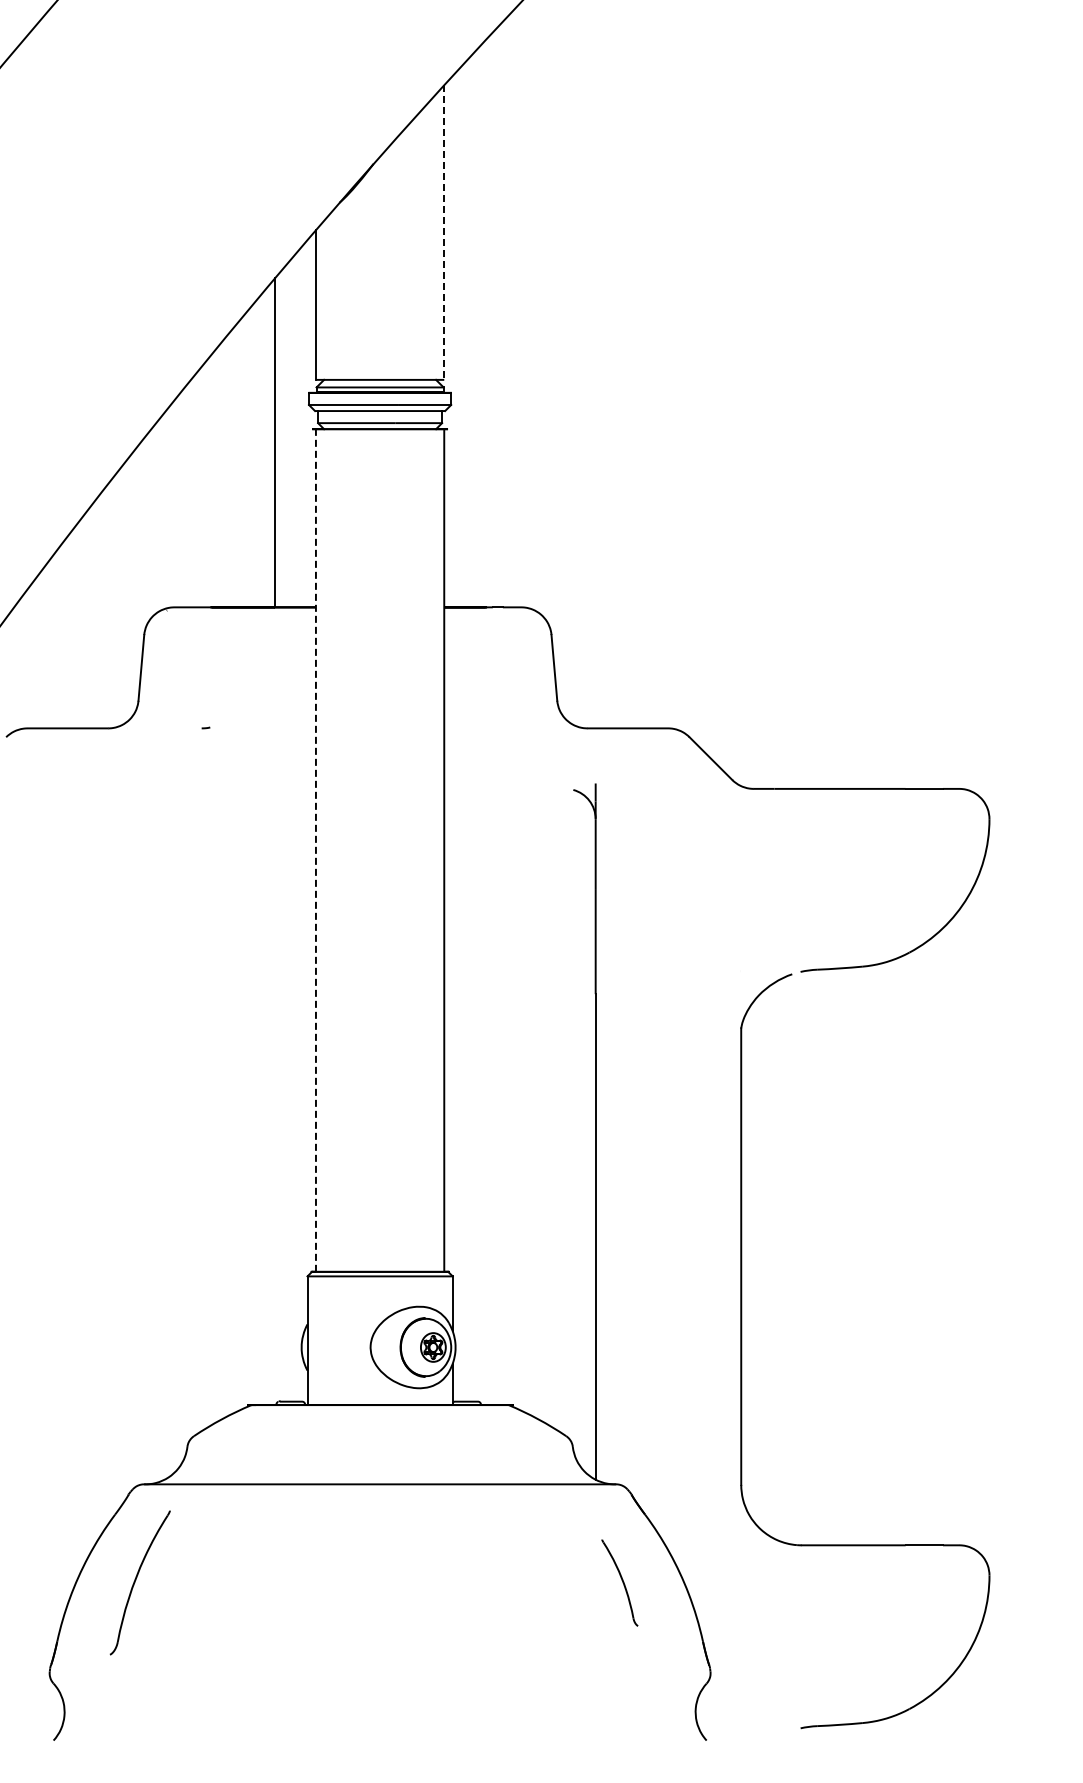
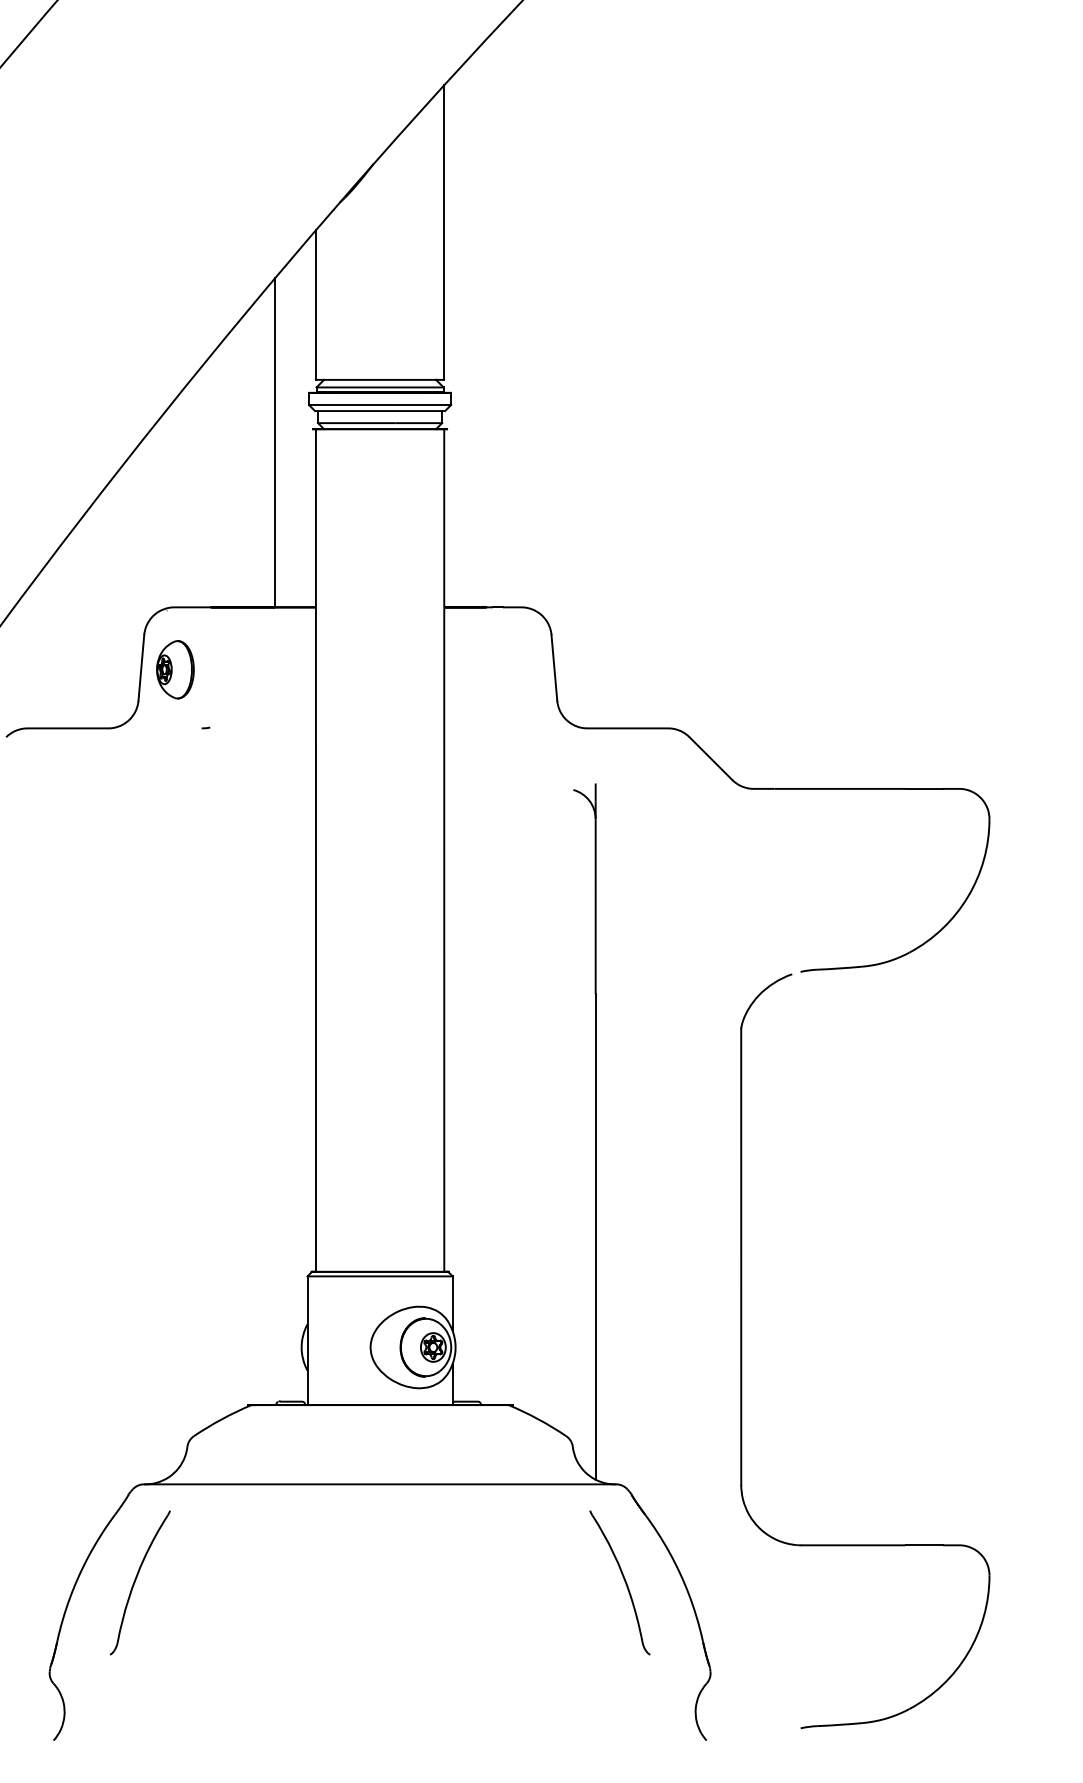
line at (444, 232): dashed -> solid
part at (175, 669): none -> present
line at (315, 850): dashed -> solid
part at (619, 1582) size: 38x88 px -> 62x146 px
